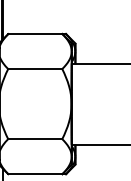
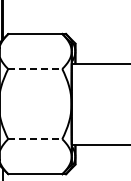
line at (35, 69): solid -> dashed
line at (35, 139): solid -> dashed
